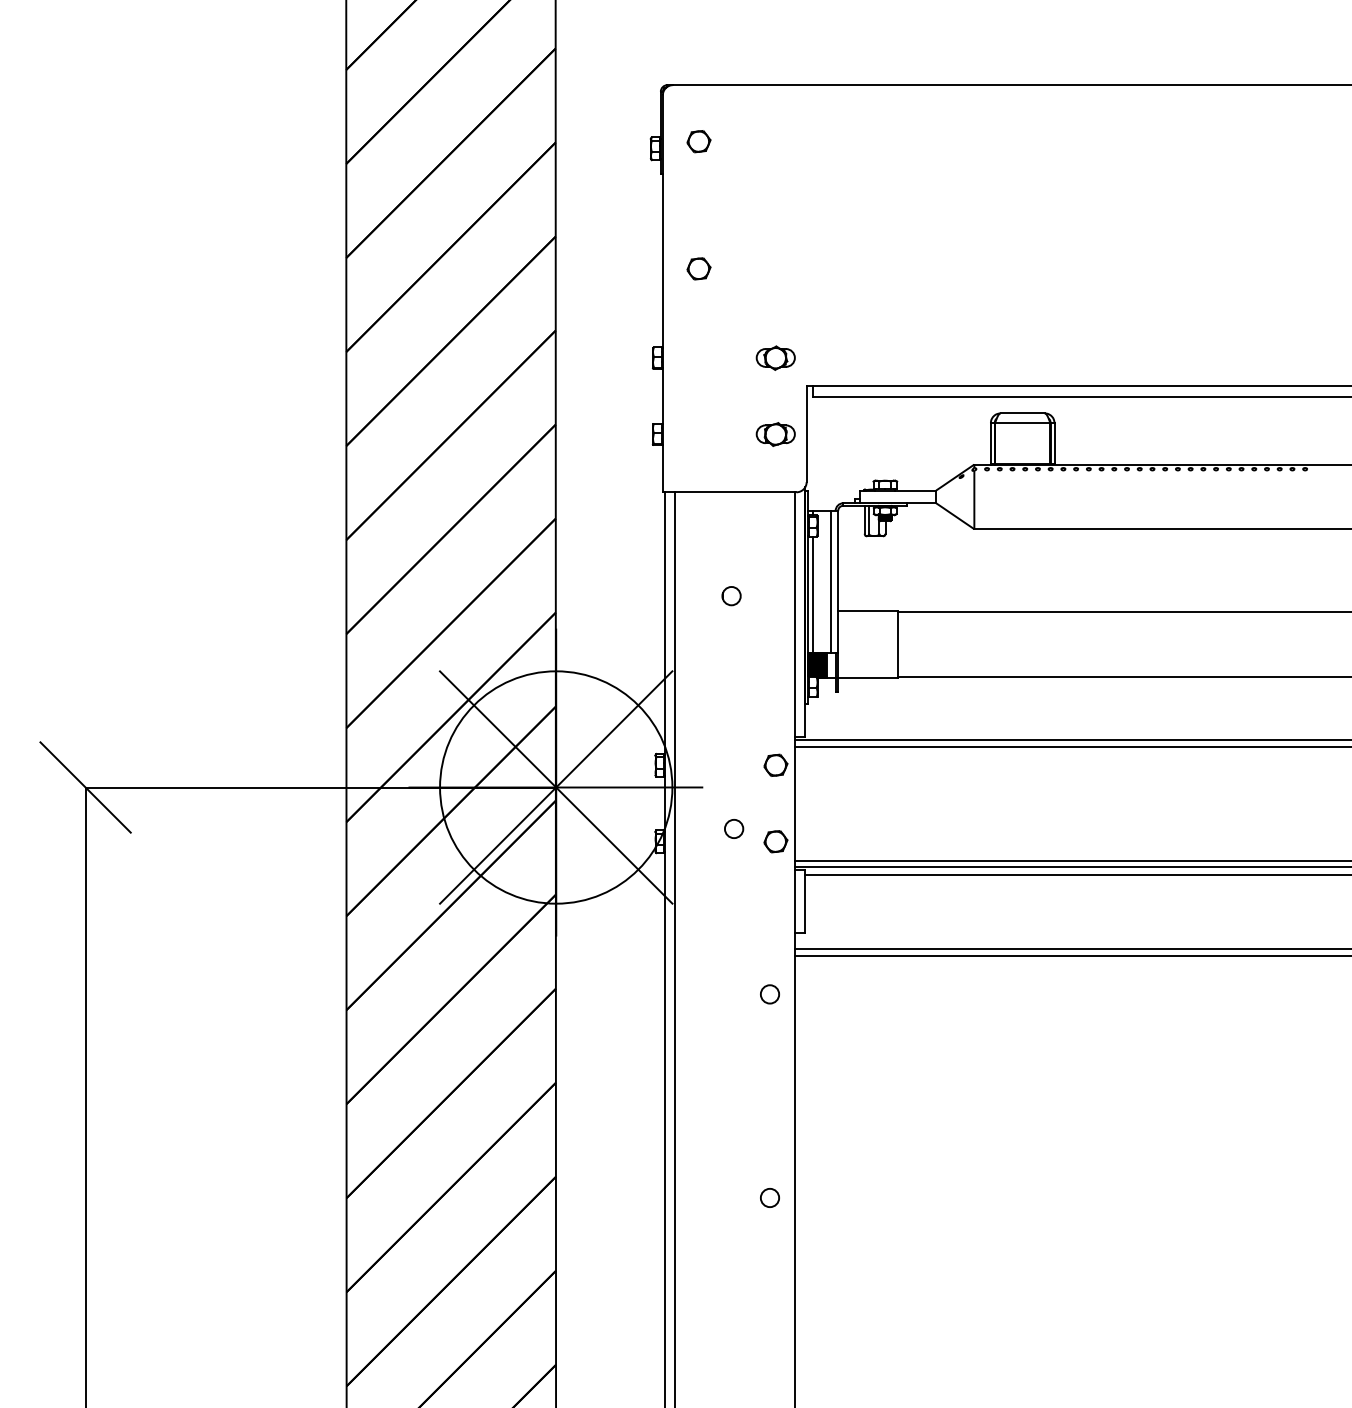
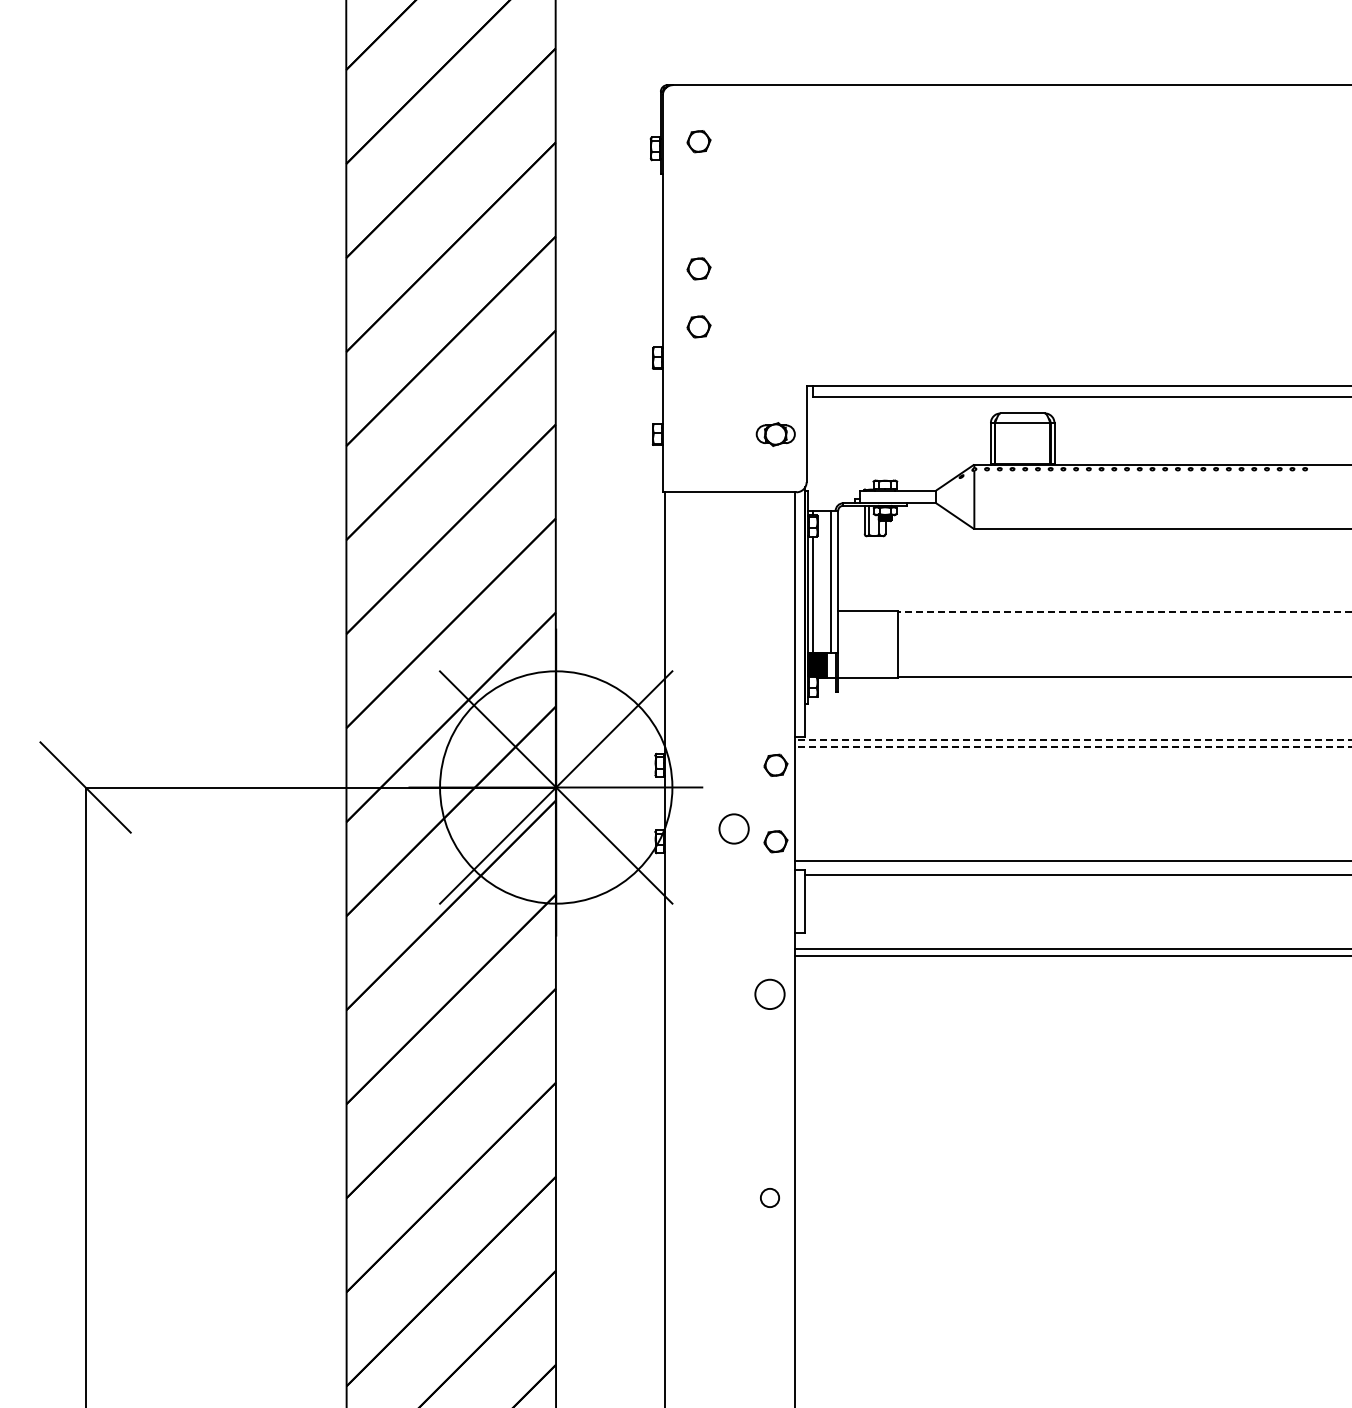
part at (698, 326): none -> present
part at (775, 357): present -> none
circle at (731, 596): present -> none
line at (1124, 612): solid -> dashed
line at (1073, 739): solid -> dashed
line at (1073, 746): solid -> dashed
circle at (733, 828) diameter: 18 px -> 29 px
line at (1071, 867): present -> none
line at (675, 948): present -> none
circle at (769, 994) diameter: 18 px -> 29 px
